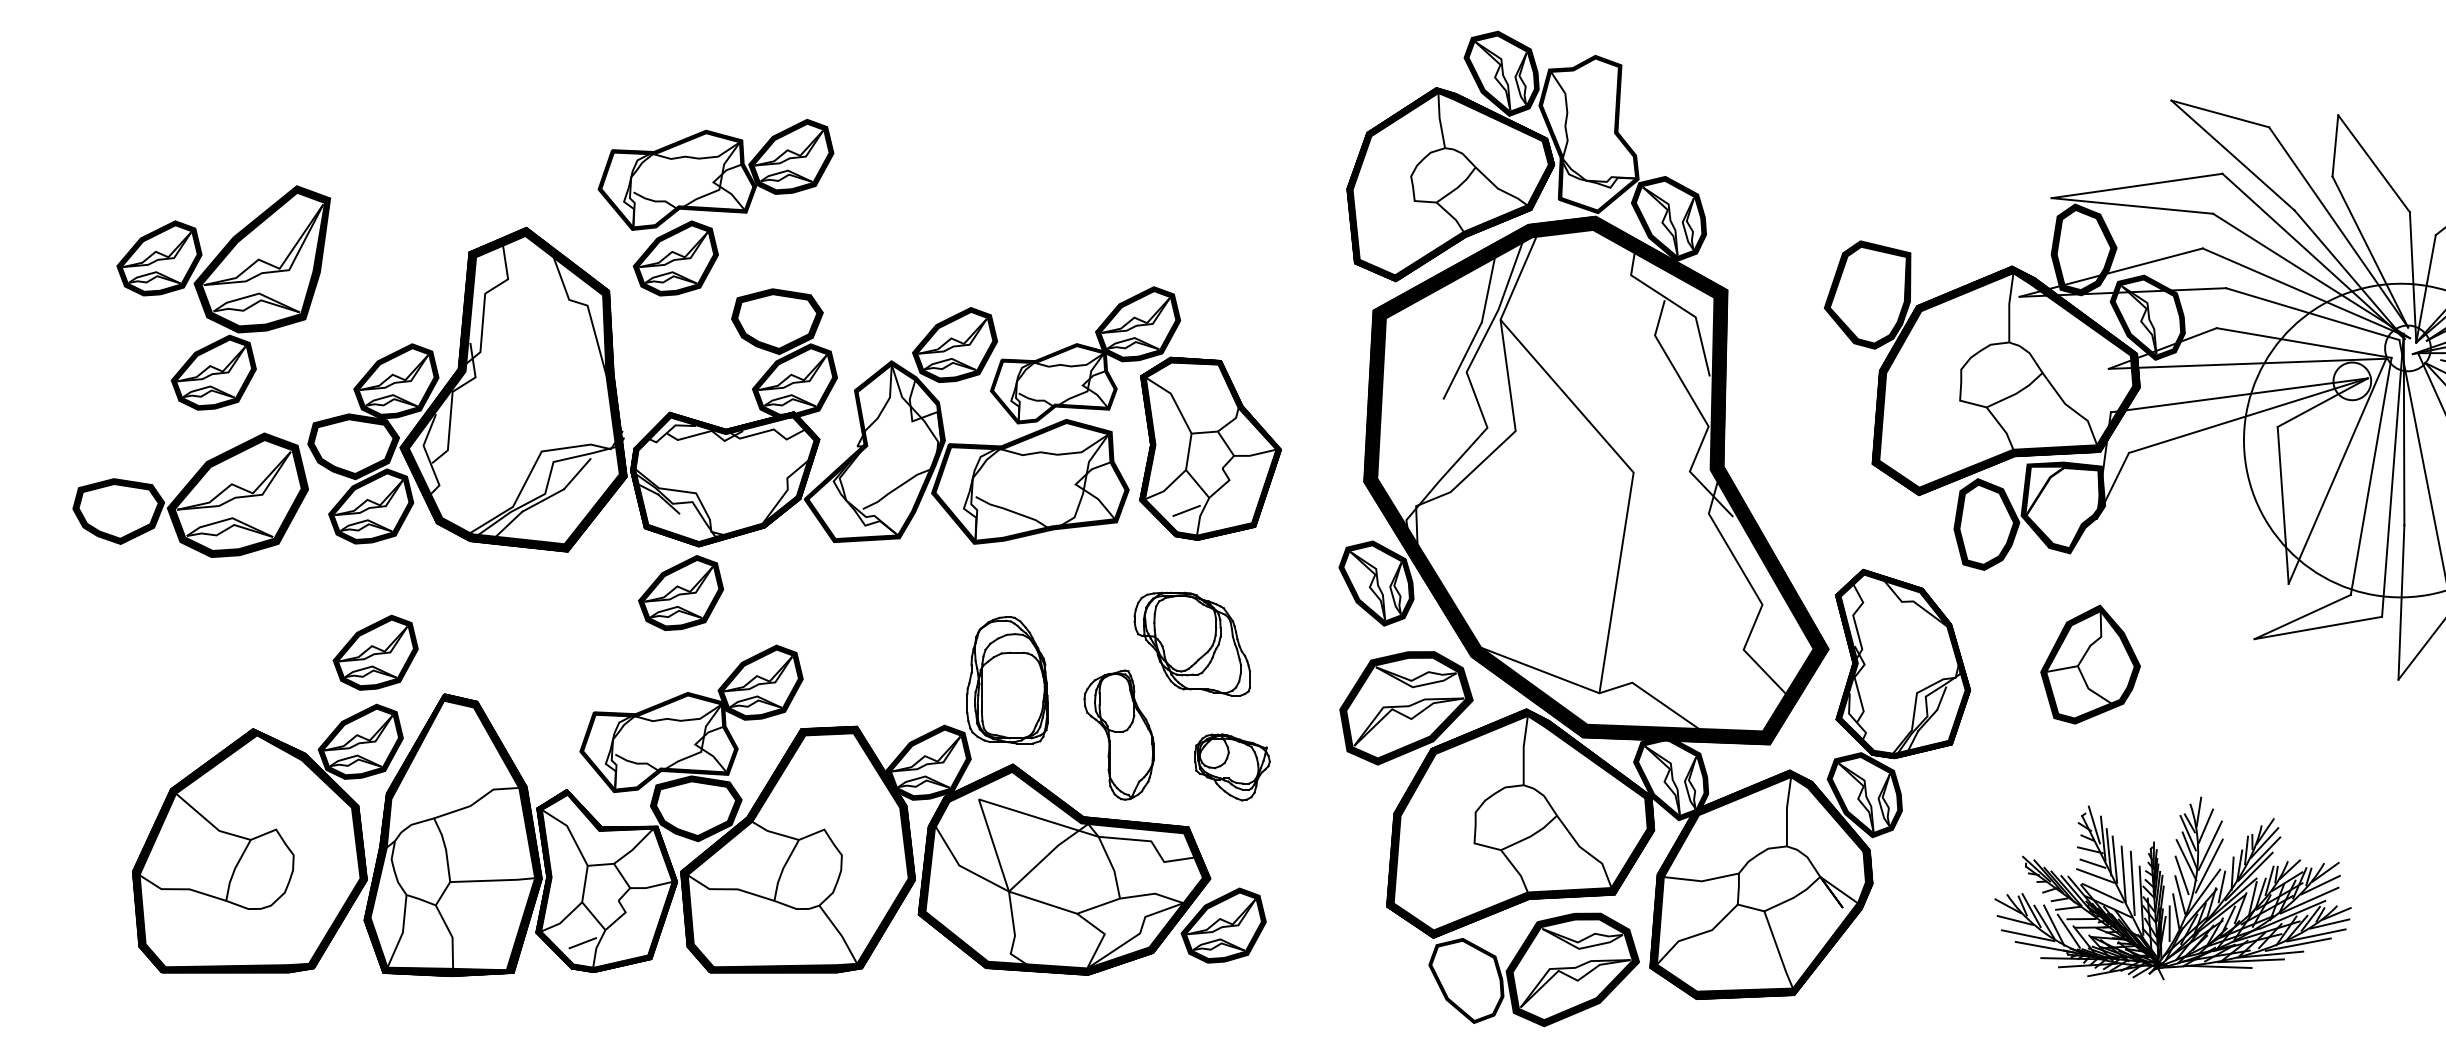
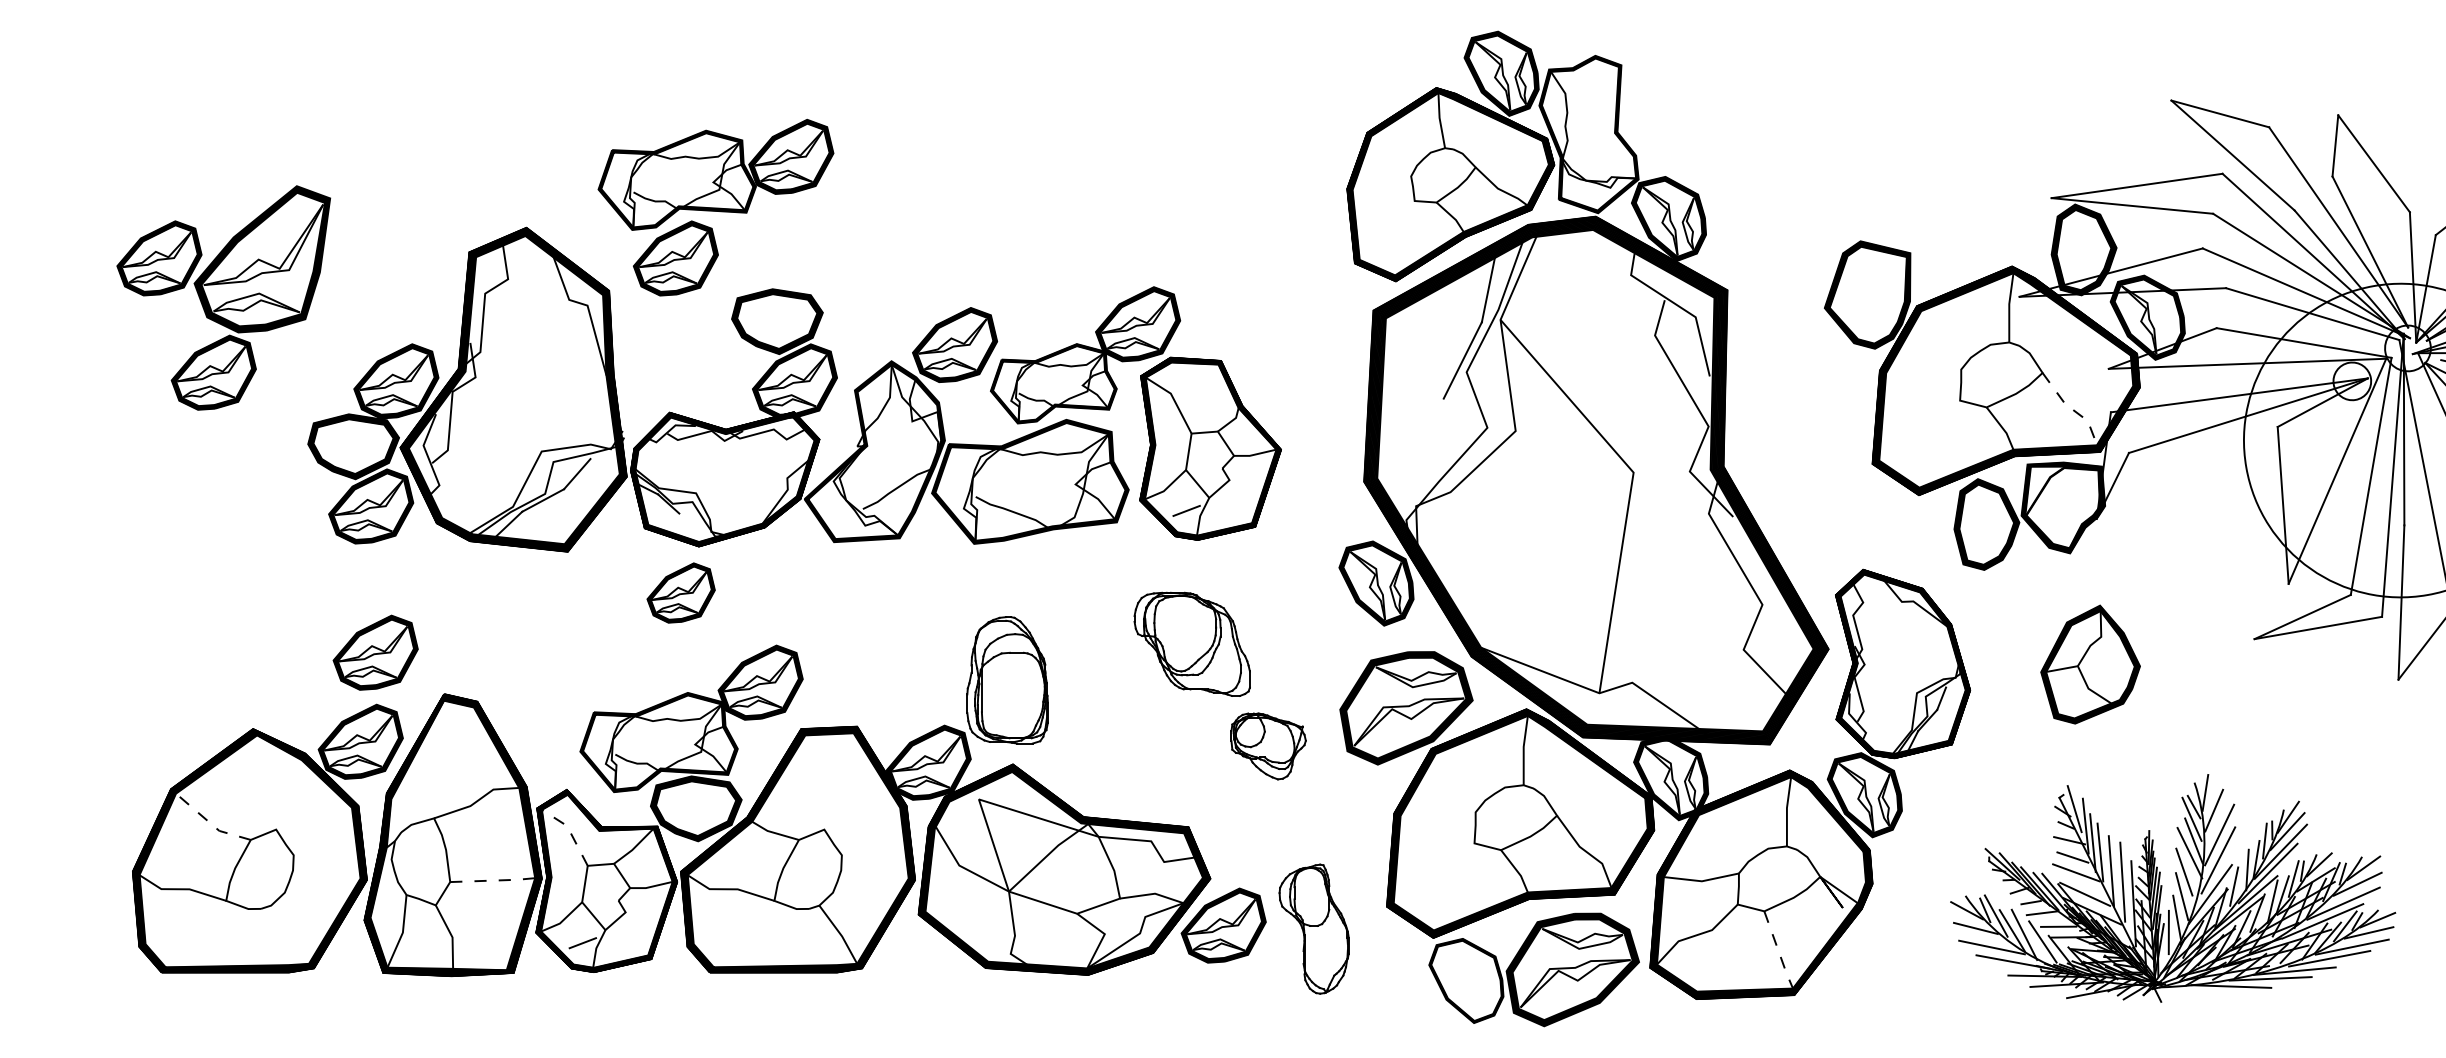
line at (2073, 409): solid -> dashed
part at (190, 494): present -> none
part at (681, 592) size: 87x76 px -> 70x62 px
part at (1118, 734) position: (1118, 734) -> (1313, 928)
part at (1232, 767) position: (1232, 767) -> (1268, 746)
line at (210, 823): solid -> dashed
line at (570, 831): solid -> dashed
line at (493, 880): solid -> dashed
part at (2172, 888) size: 358x185 px -> 447x229 px
line at (1778, 950): solid -> dashed
